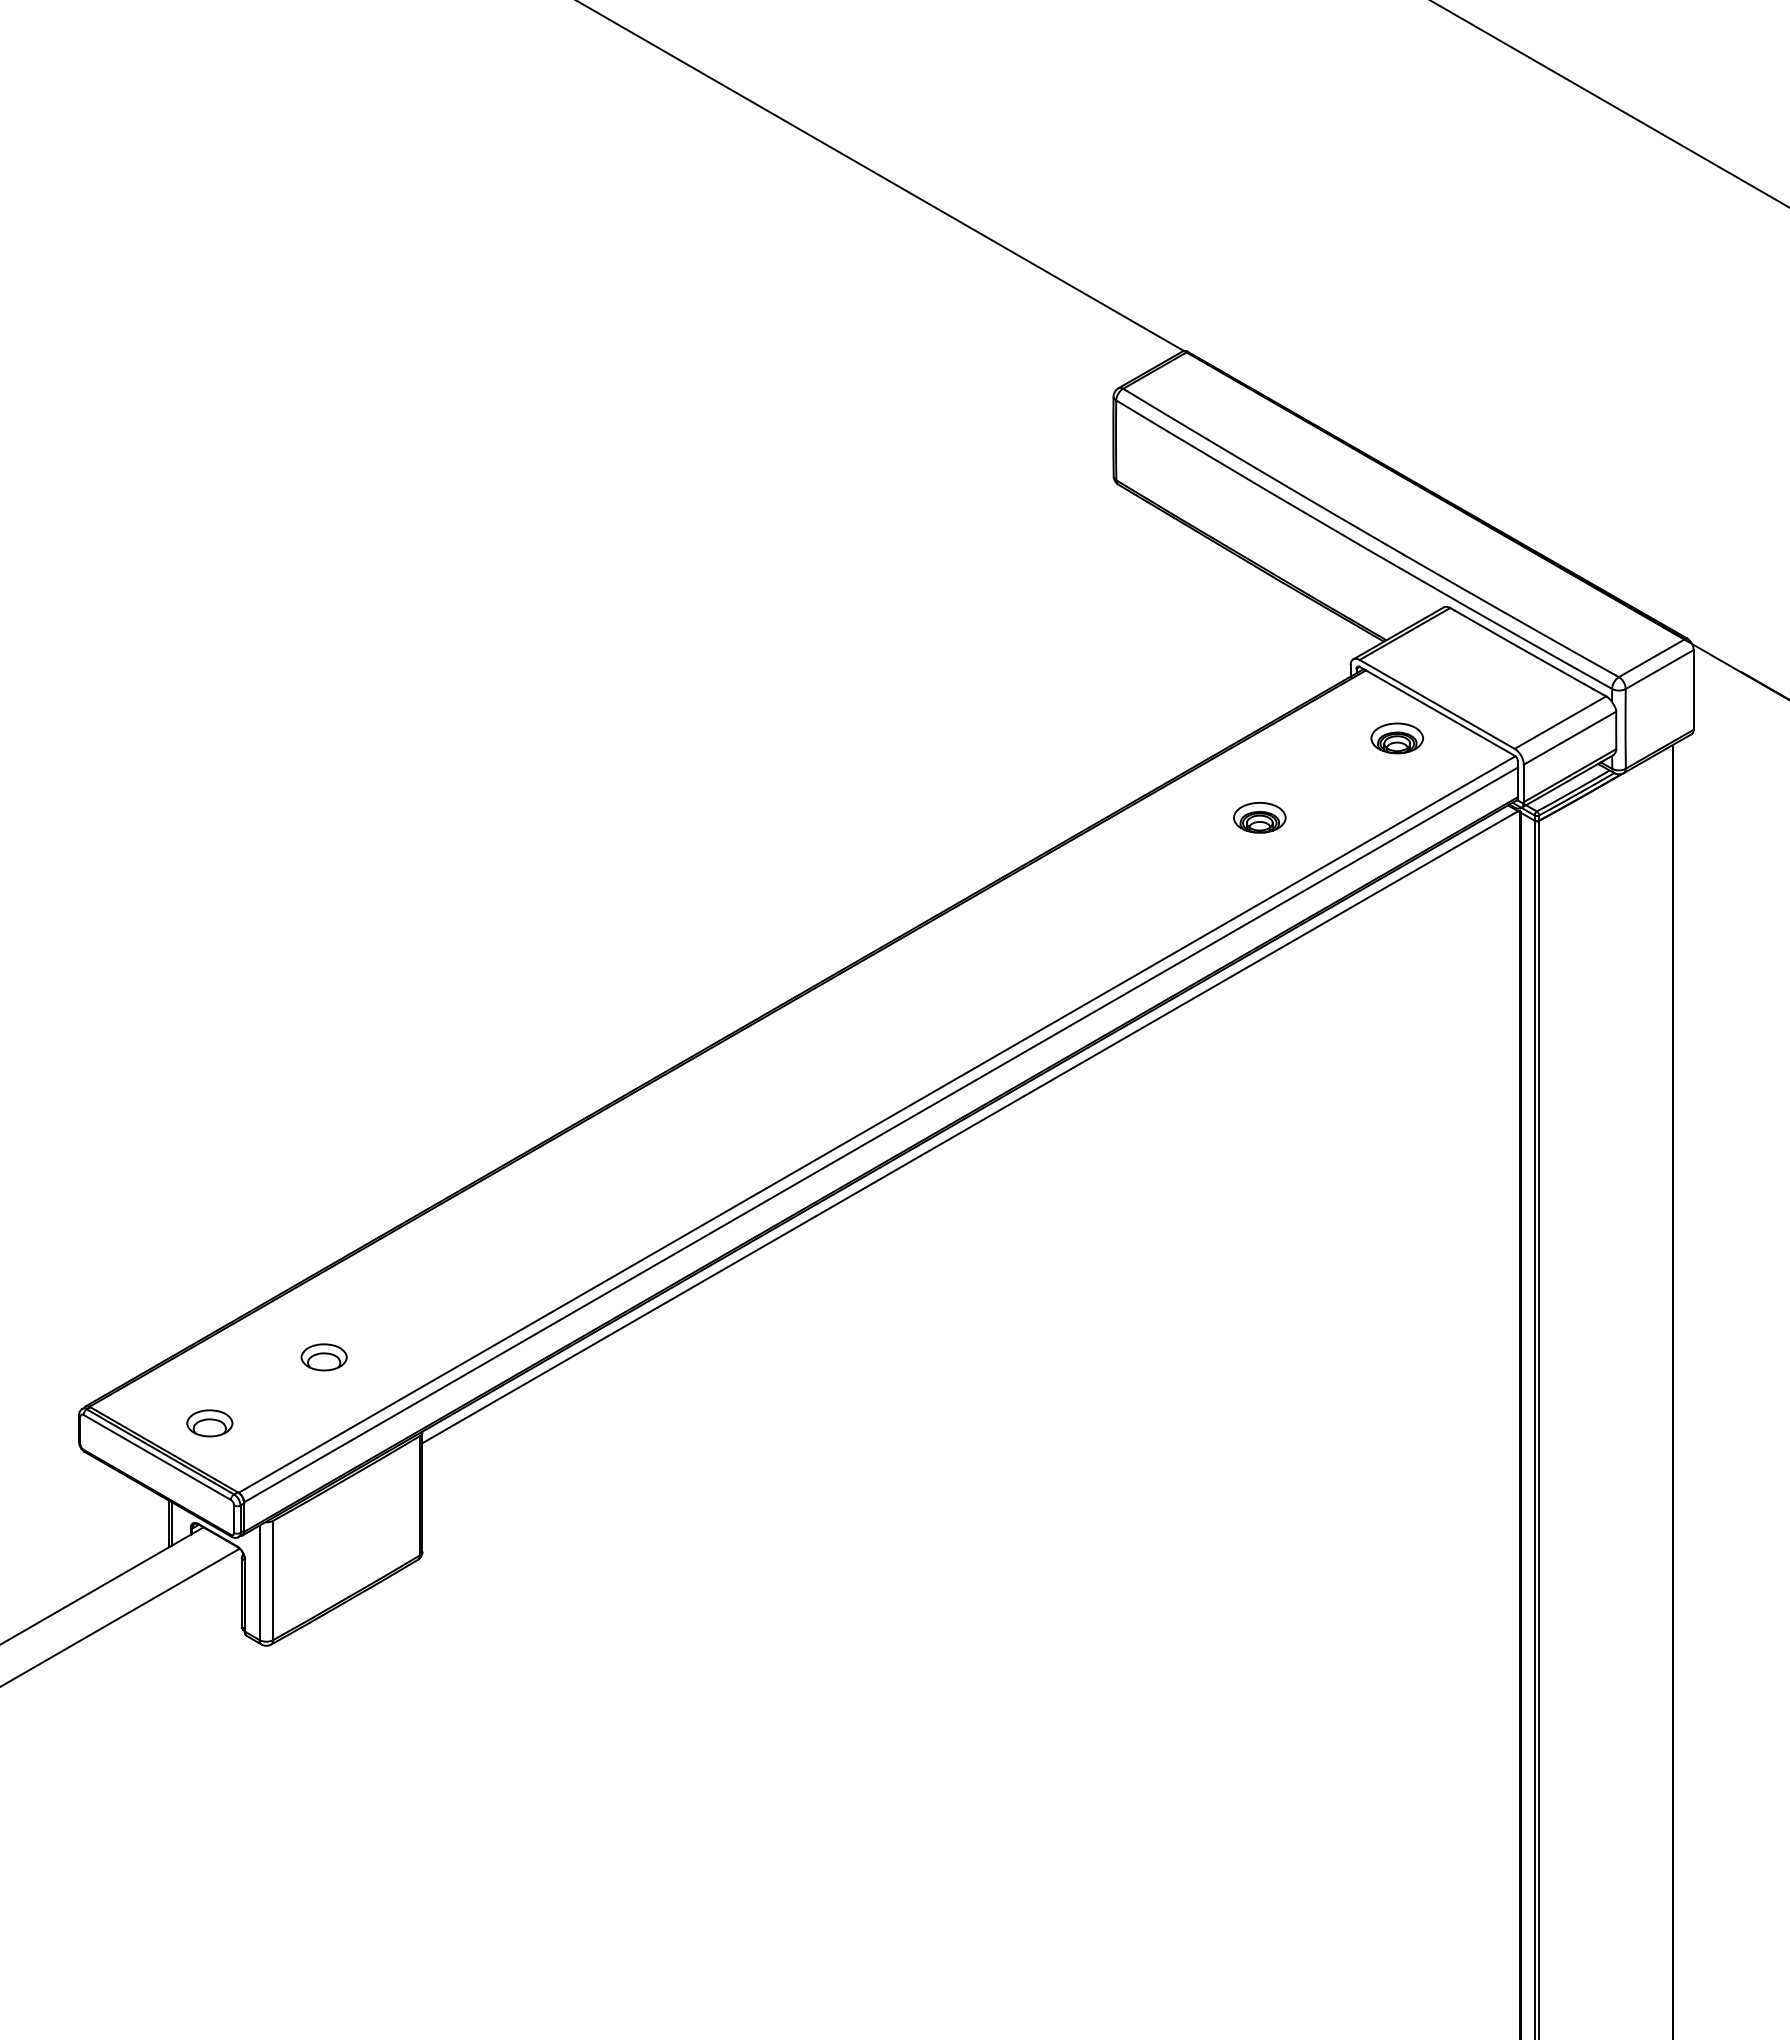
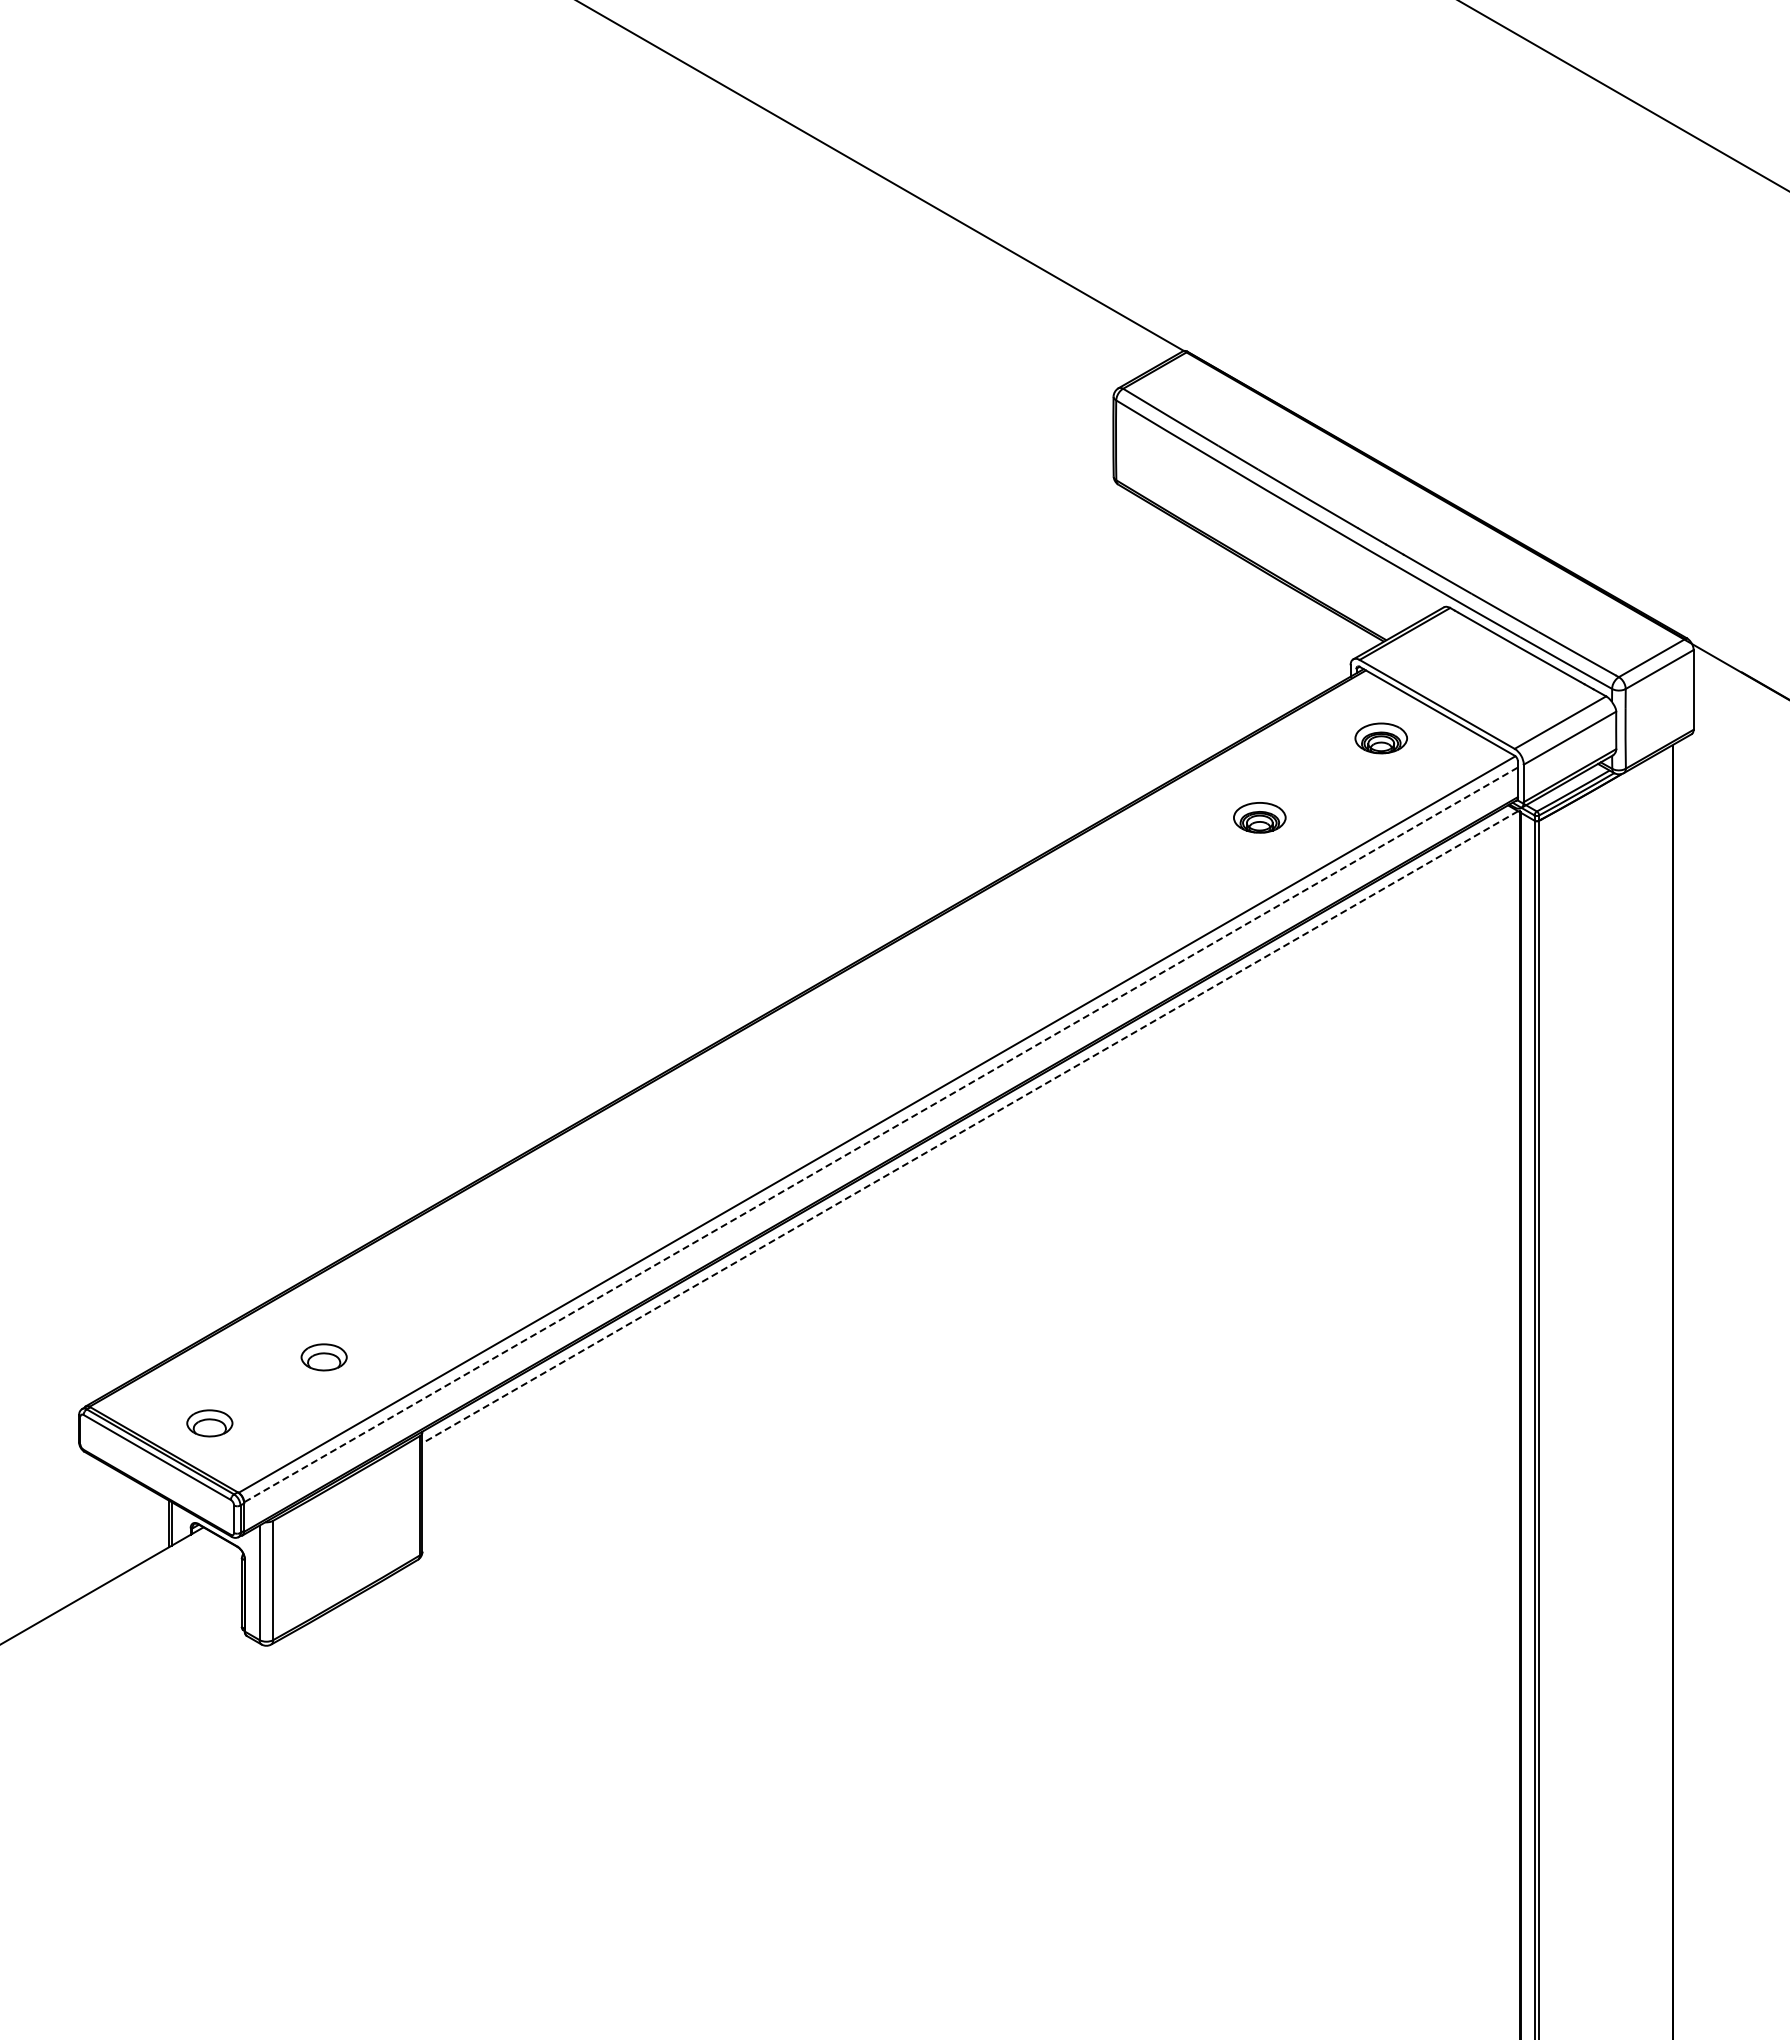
line at (1609, 104) position: (1609, 104) -> (1623, 96)
part at (1396, 738) position: (1396, 738) -> (1380, 738)
line at (969, 1127): solid -> dashed
line at (880, 1135): solid -> dashed
line at (120, 1617): present -> none
